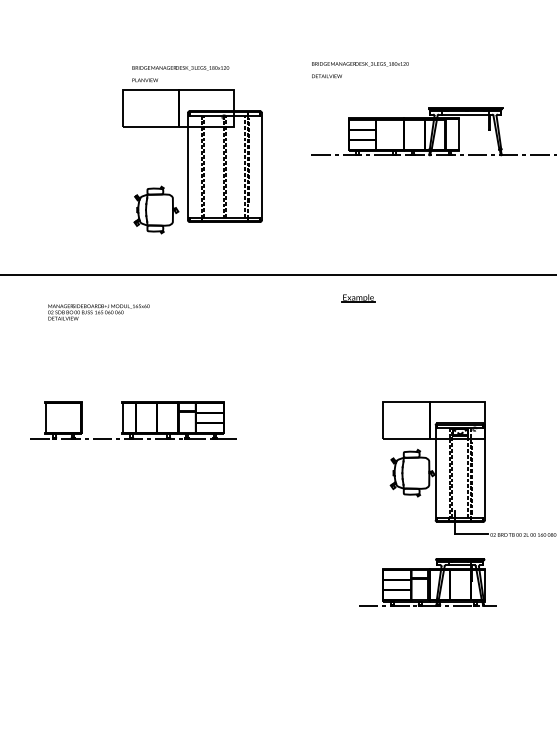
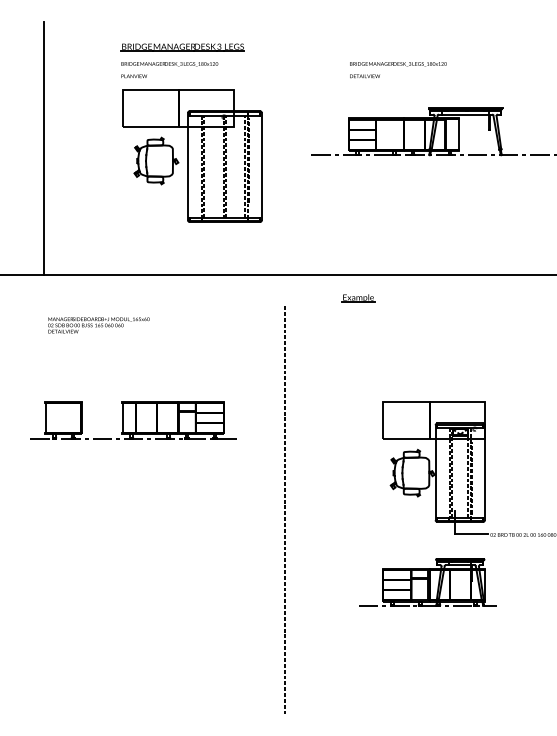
part at (182, 47): none -> present
text at (360, 70) position: (360, 70) -> (398, 70)
text at (180, 74) position: (180, 74) -> (169, 70)
line at (43, 148): none -> present
part at (156, 209) position: (156, 209) -> (156, 160)
text at (98, 312) position: (98, 312) -> (98, 325)
line at (285, 509): none -> present
